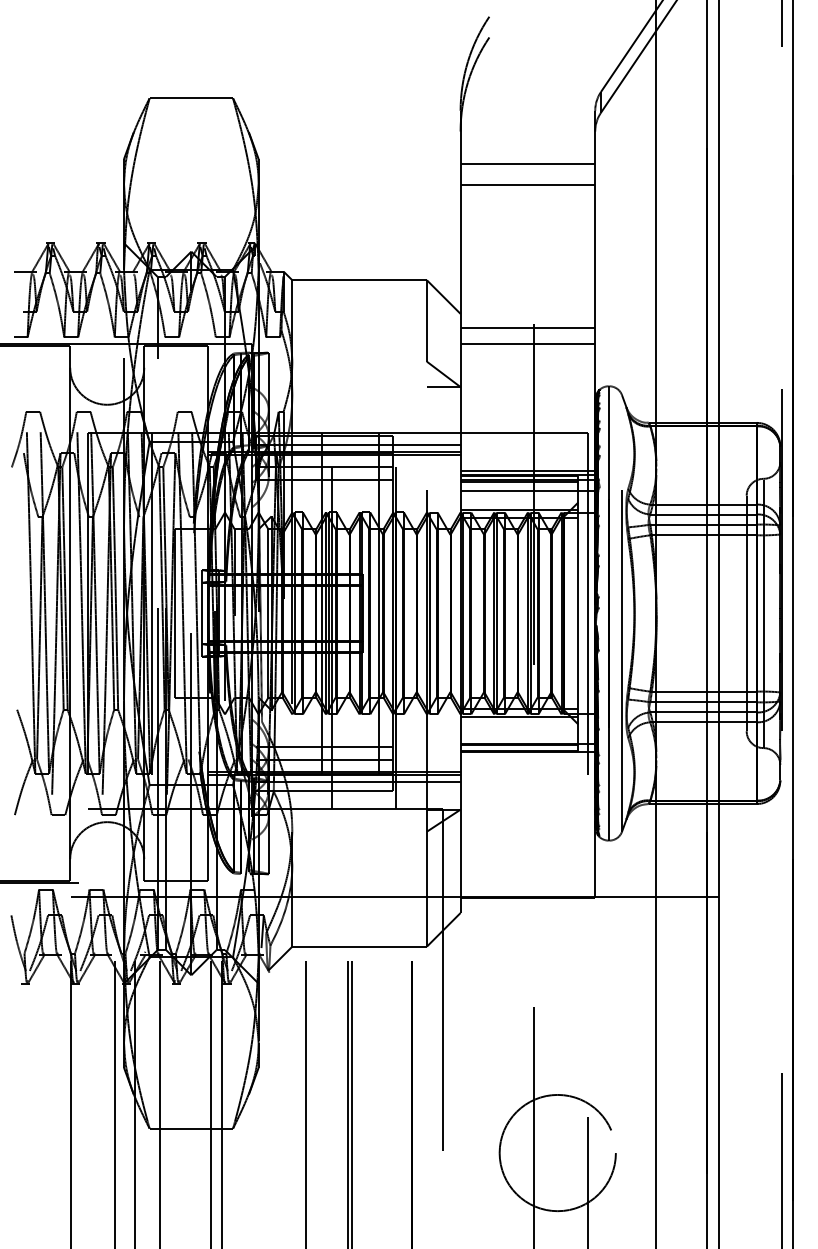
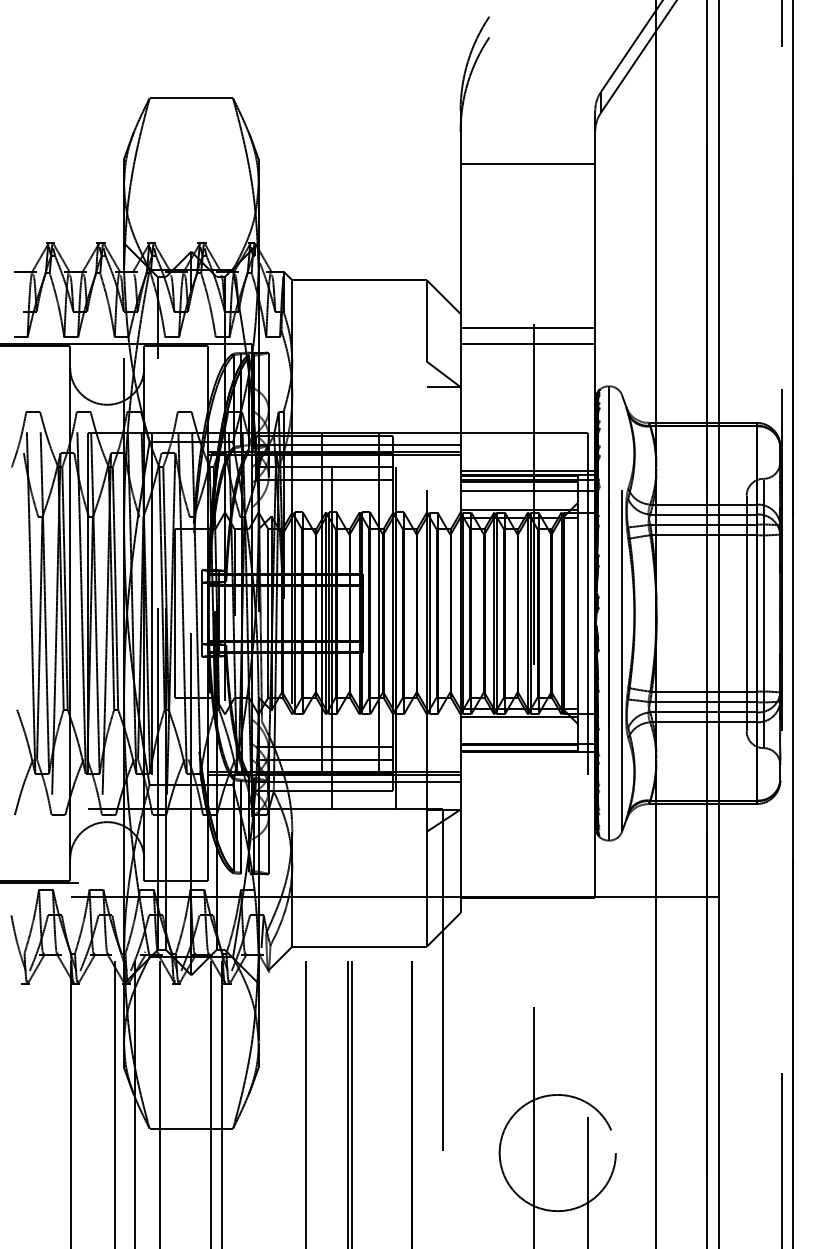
line at (527, 184): present -> none
